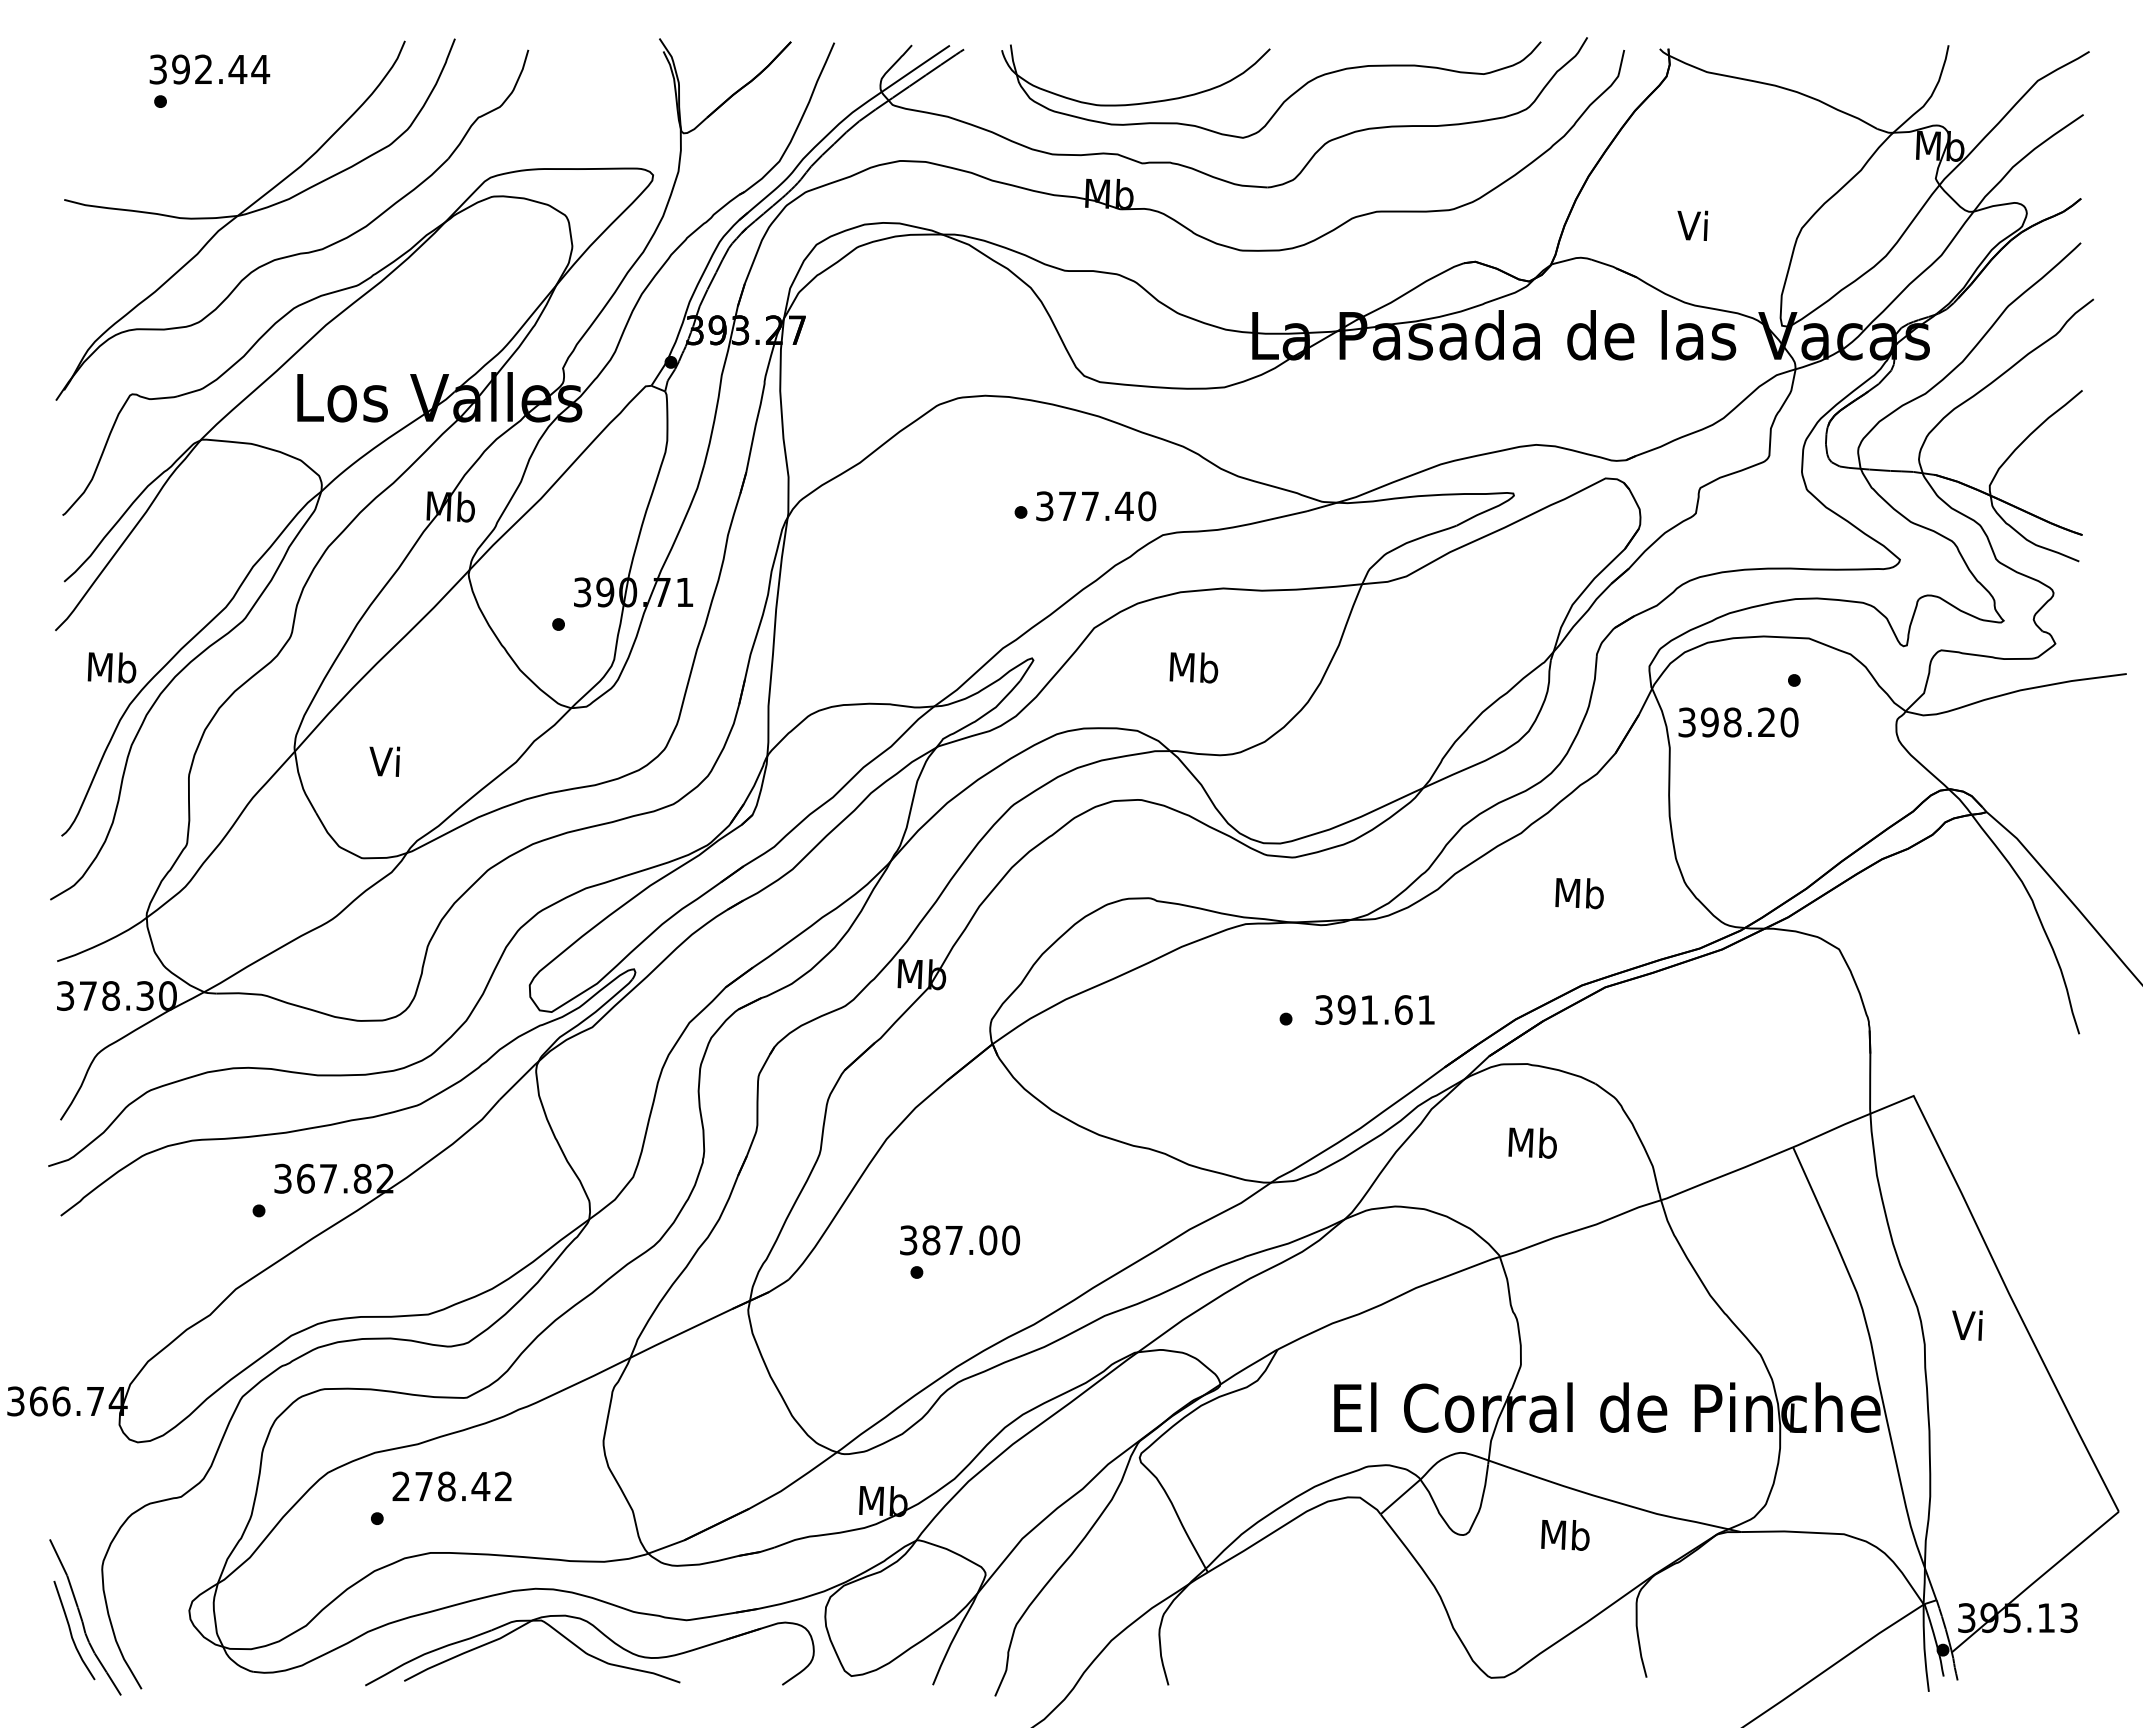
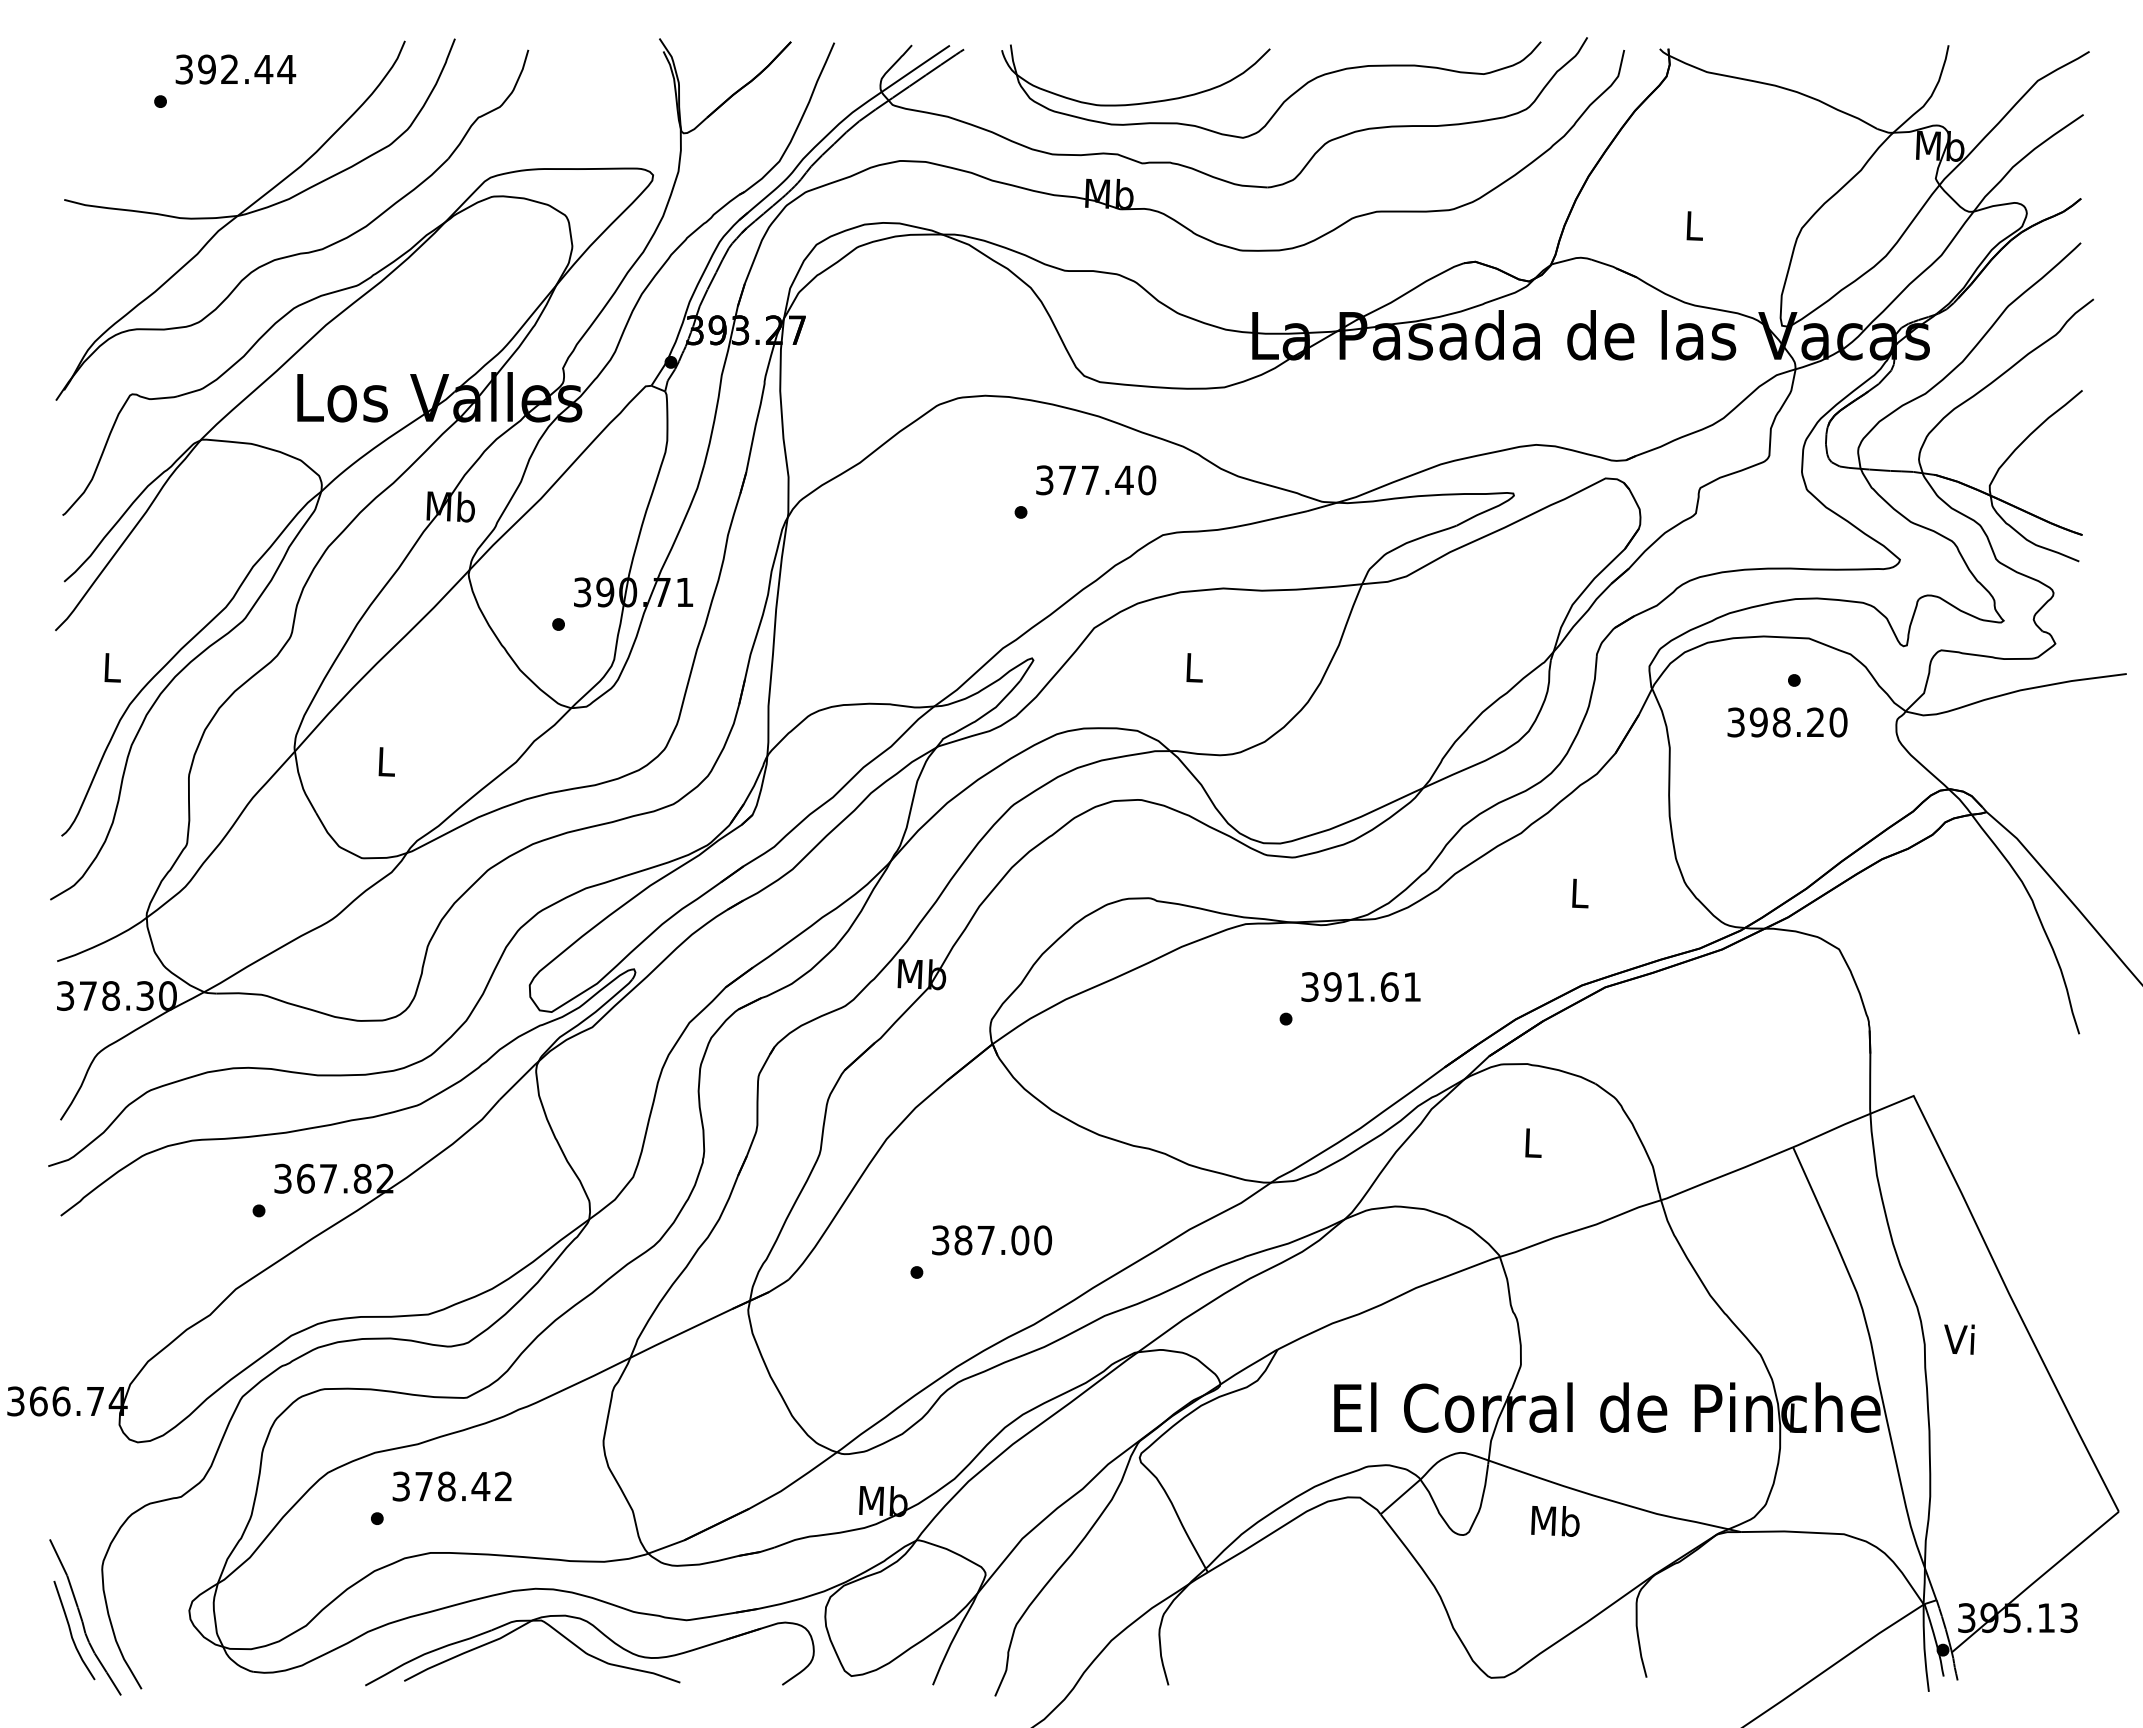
text at (209, 69) position: (209, 69) -> (235, 69)
text at (1692, 225): Vi -> L
text at (1096, 506) position: (1096, 506) -> (1096, 480)
text at (111, 667): Mb -> L
text at (1193, 667): Mb -> L
text at (1738, 722) position: (1738, 722) -> (1787, 722)
text at (384, 761): Vi -> L
text at (1579, 893): Mb -> L
text at (1374, 1009) position: (1374, 1009) -> (1360, 986)
text at (1532, 1142): Mb -> L
text at (960, 1240) position: (960, 1240) -> (992, 1240)
text at (1967, 1325) position: (1967, 1325) -> (1959, 1339)
text at (400, 1486): 278.42 -> 378.42
text at (1565, 1535) position: (1565, 1535) -> (1555, 1521)
